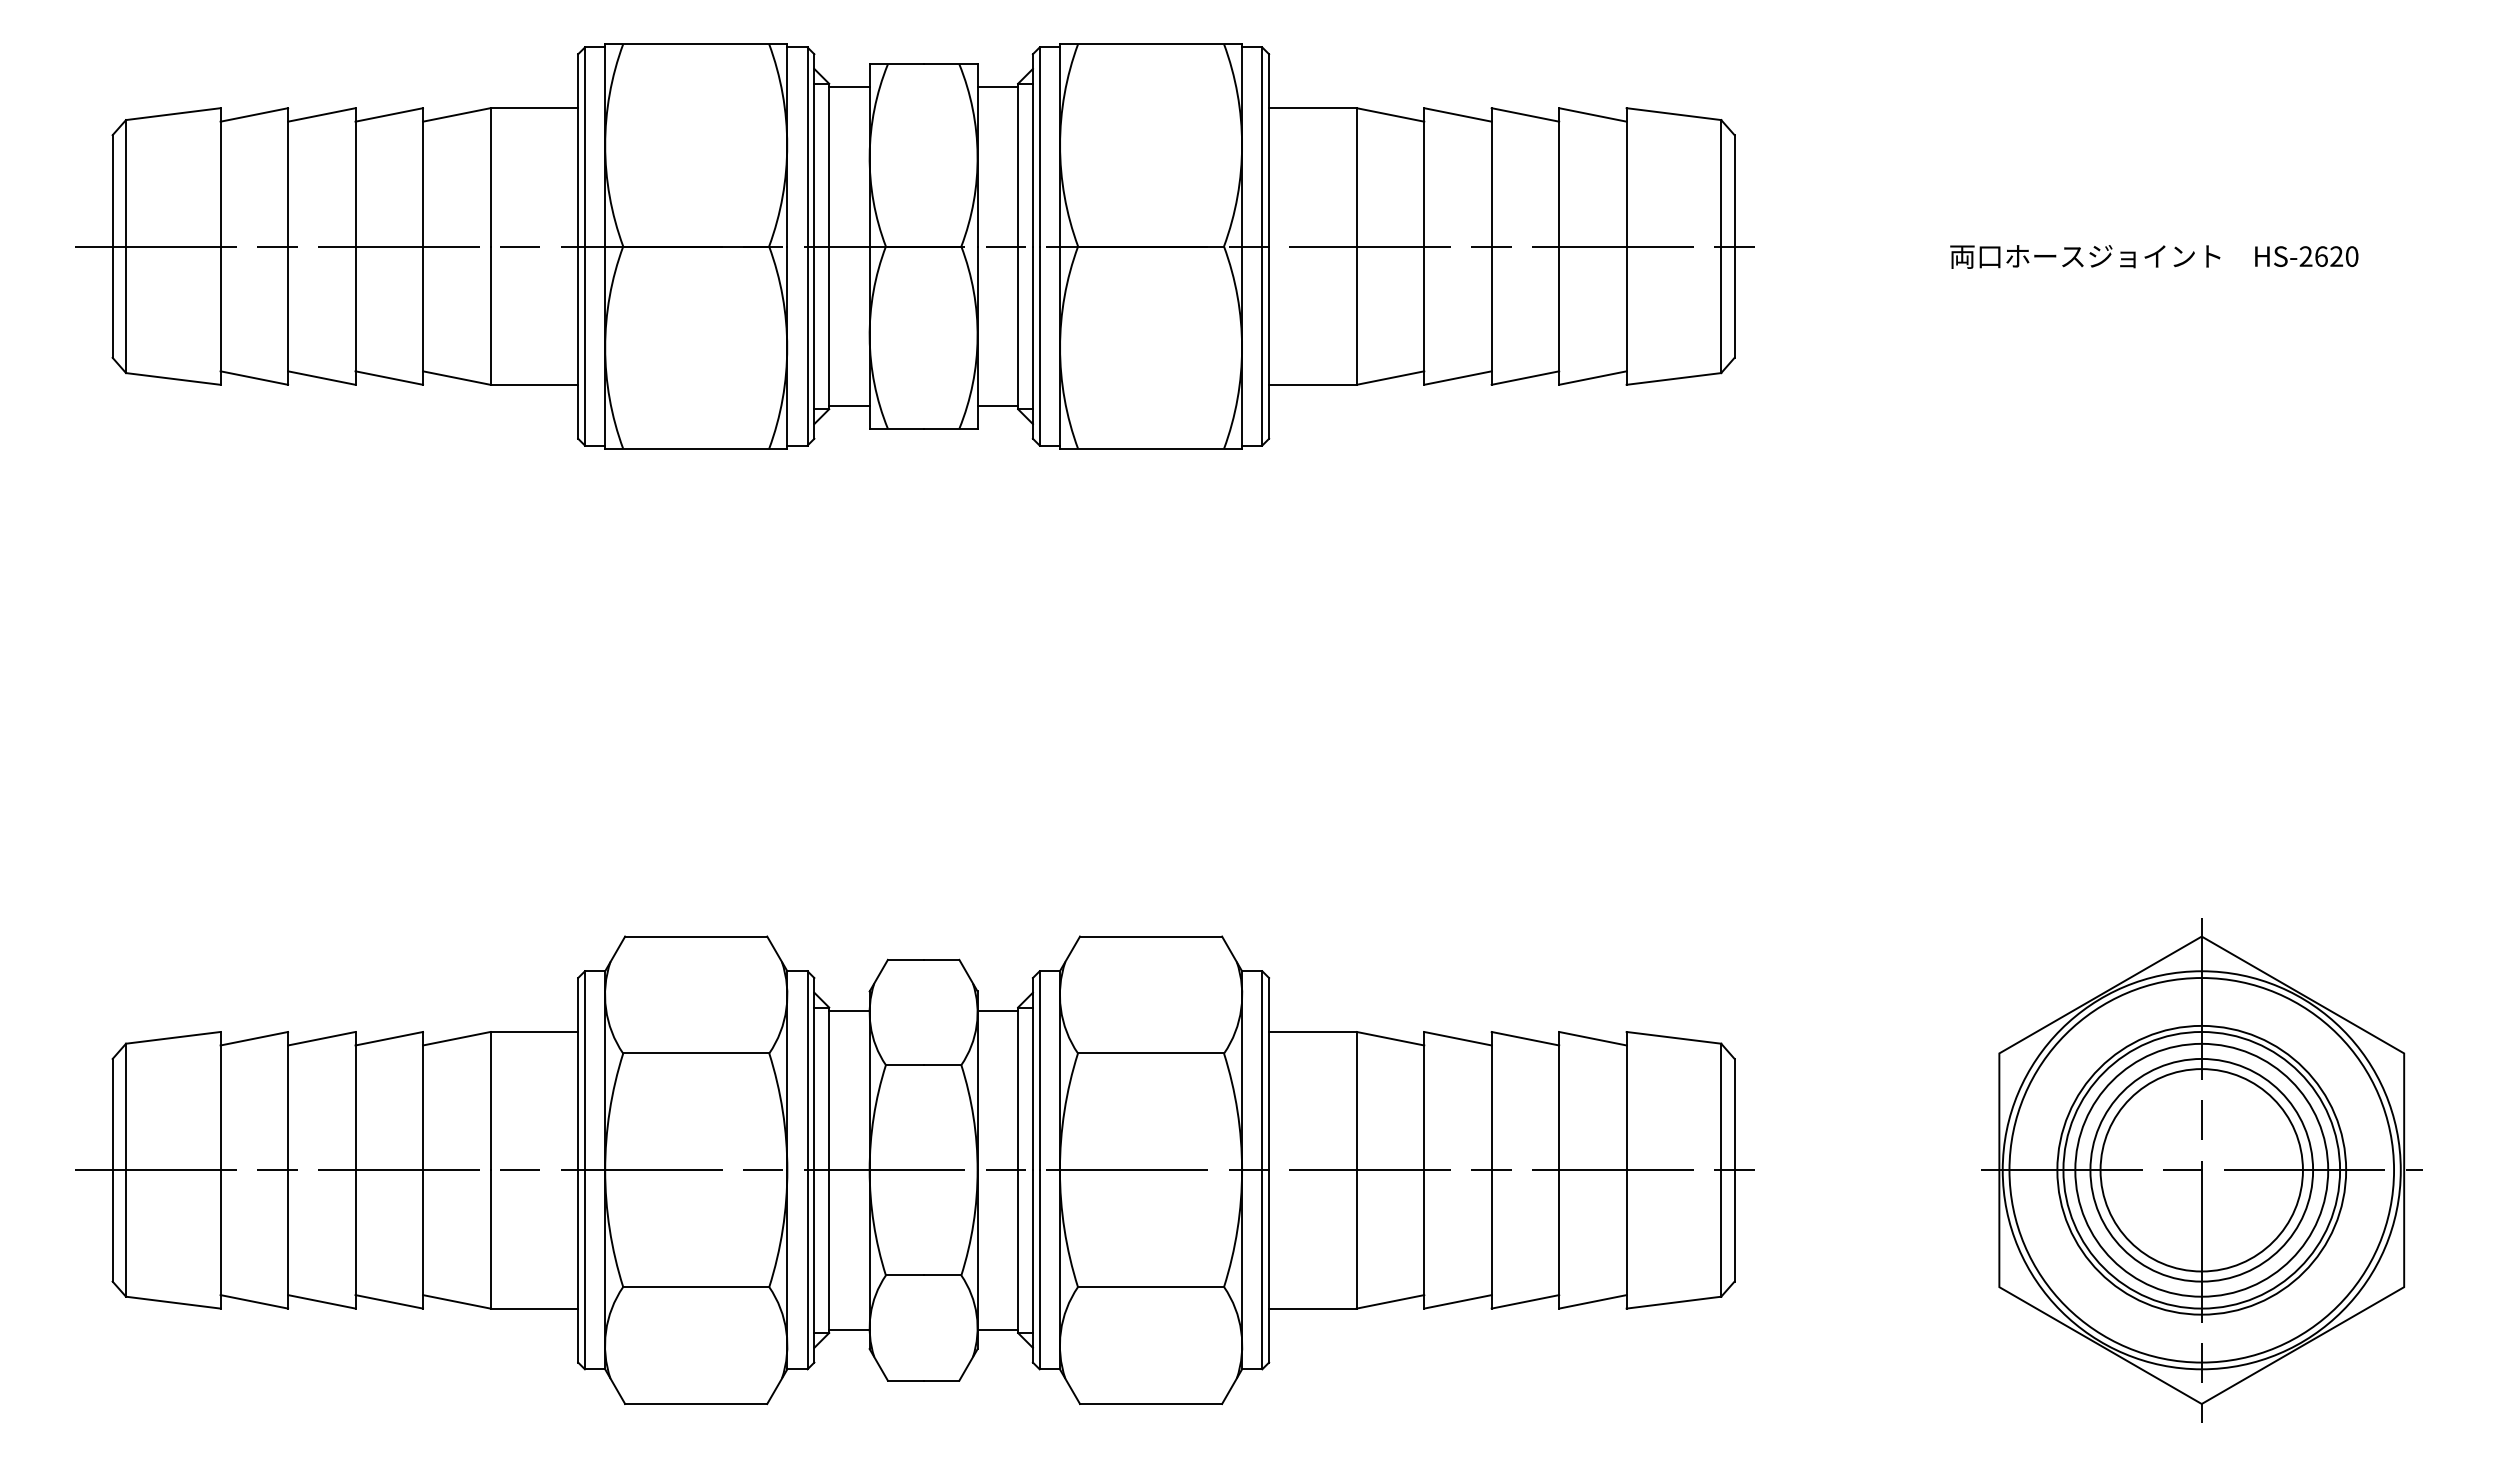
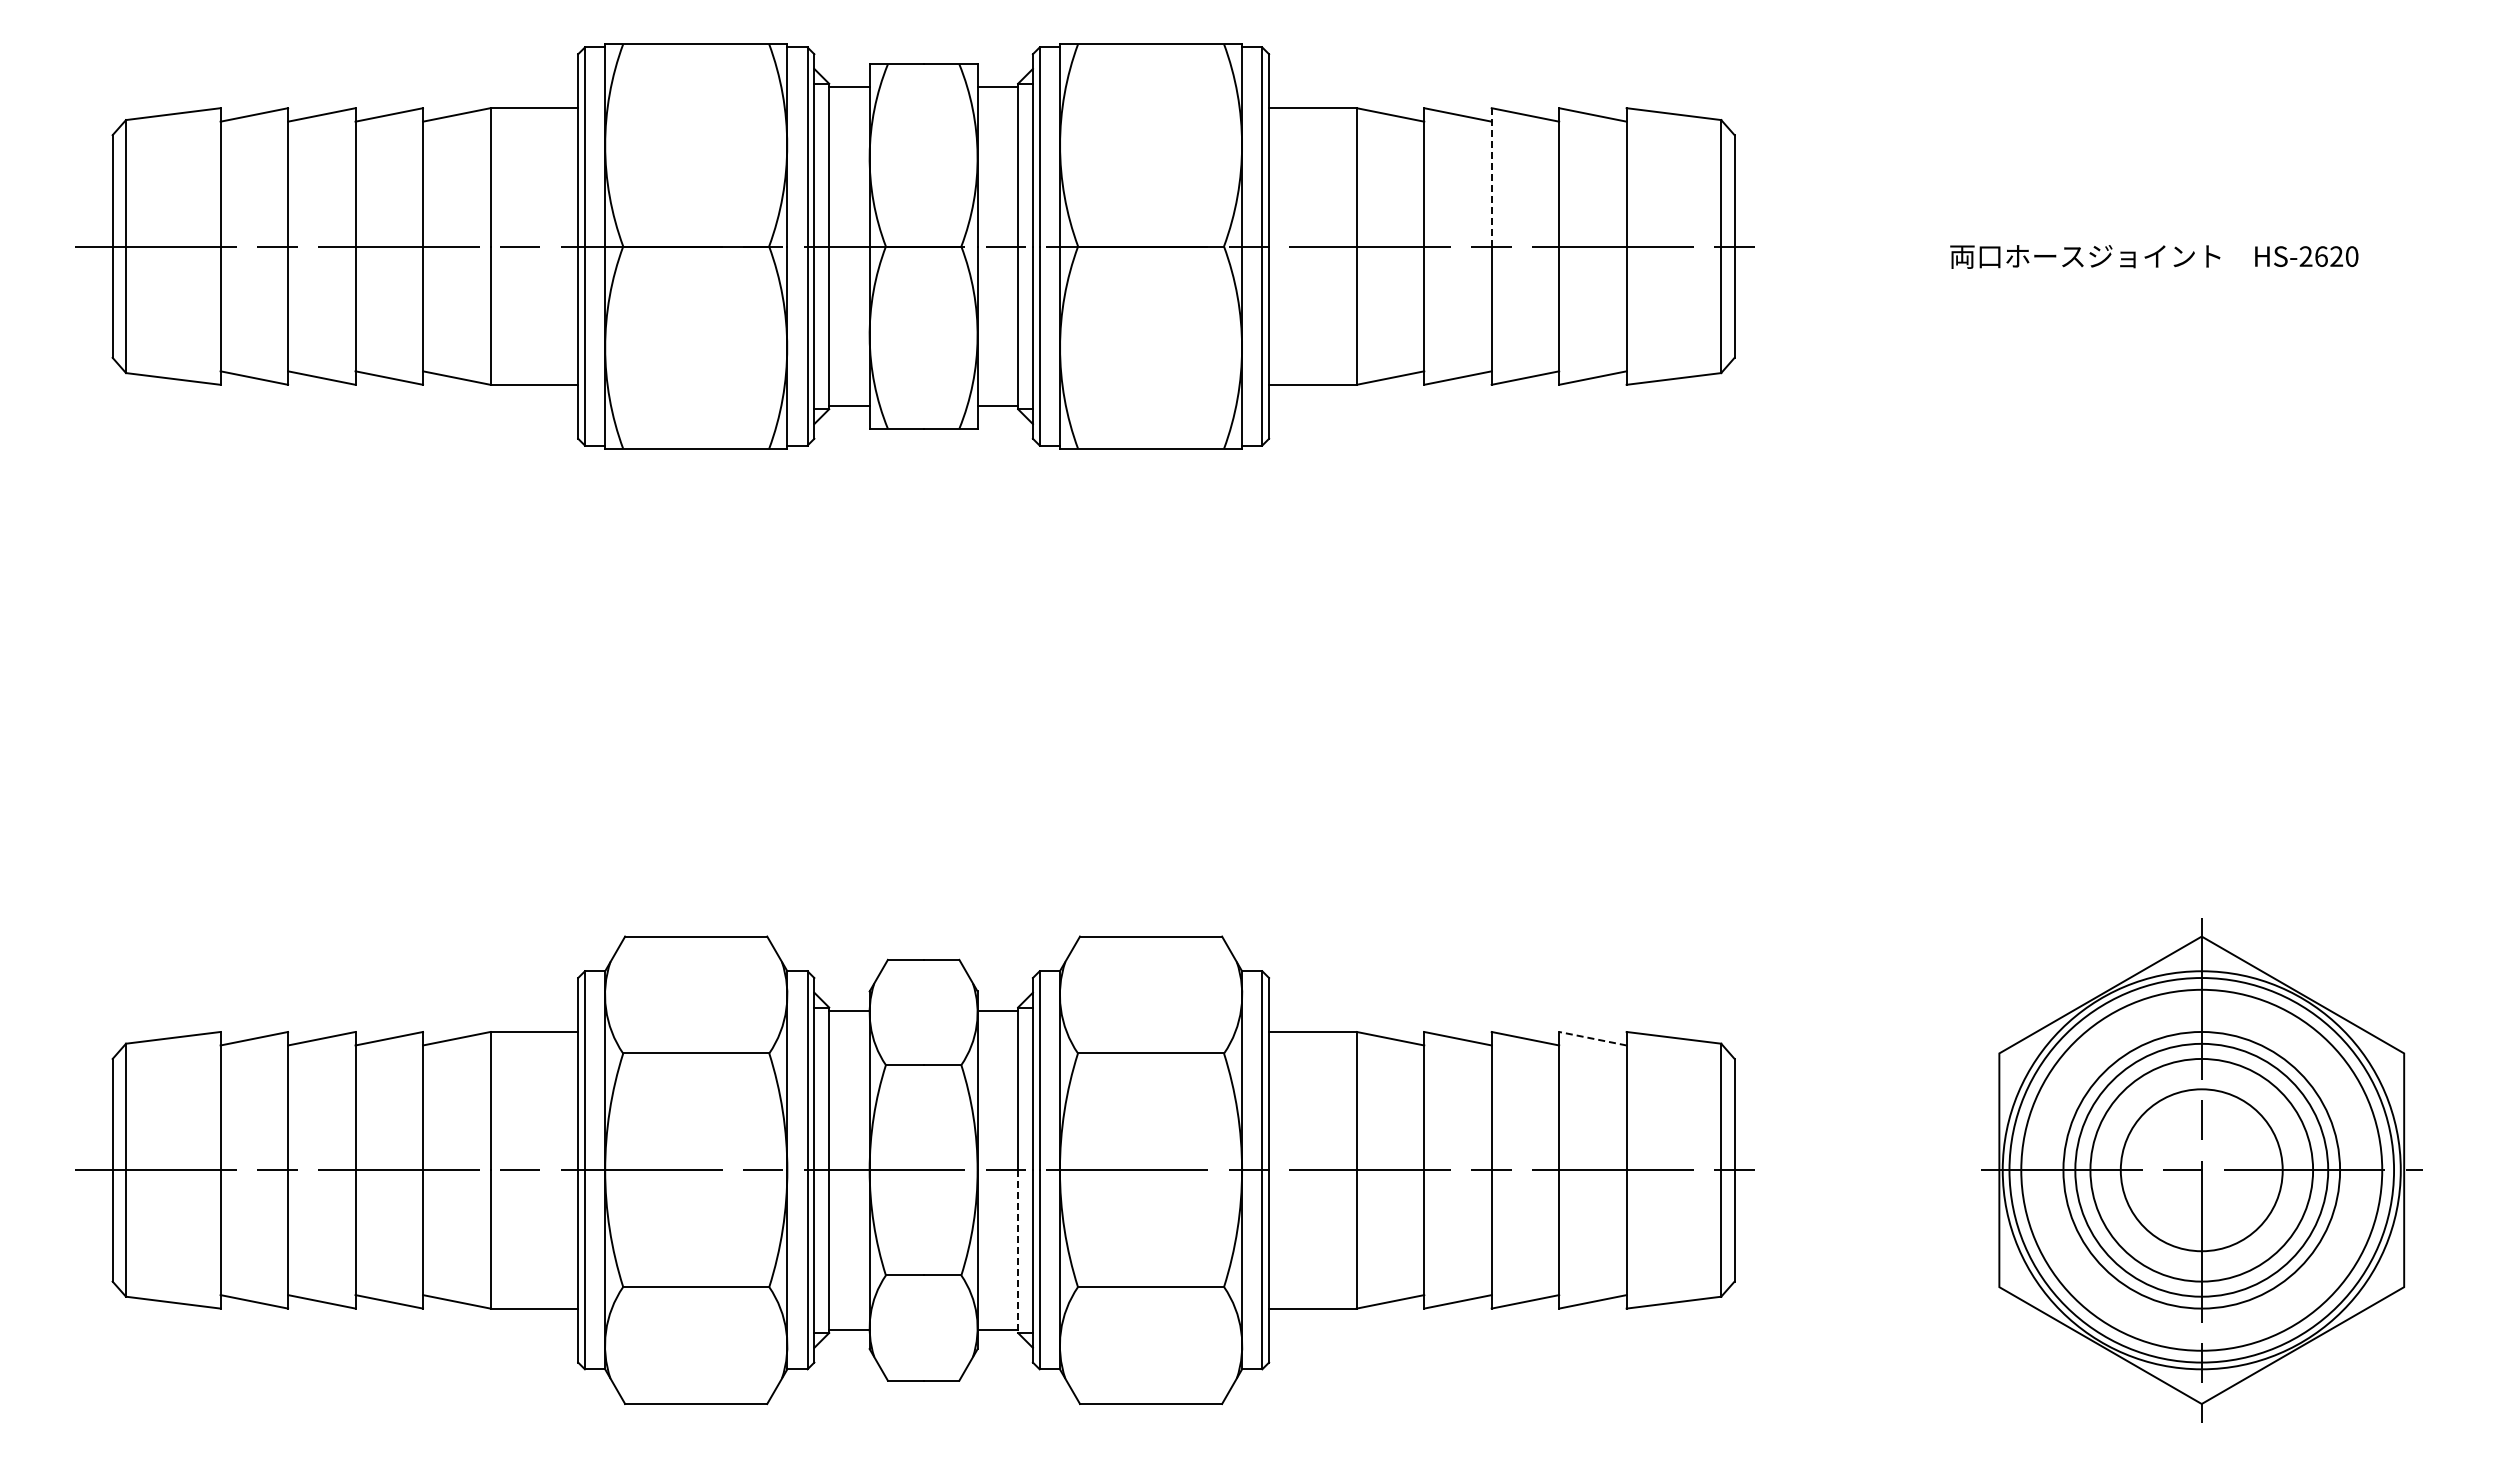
line at (1491, 177): solid -> dashed
line at (1592, 1038): solid -> dashed
circle at (2201, 1169) diameter: 289 px -> 361 px
circle at (2201, 1170) diameter: 202 px -> 162 px
line at (1018, 1252): solid -> dashed
